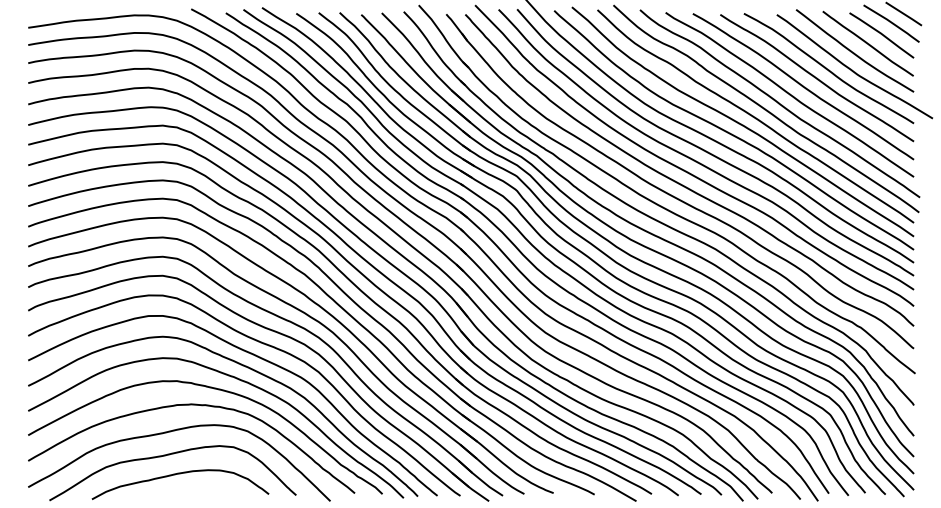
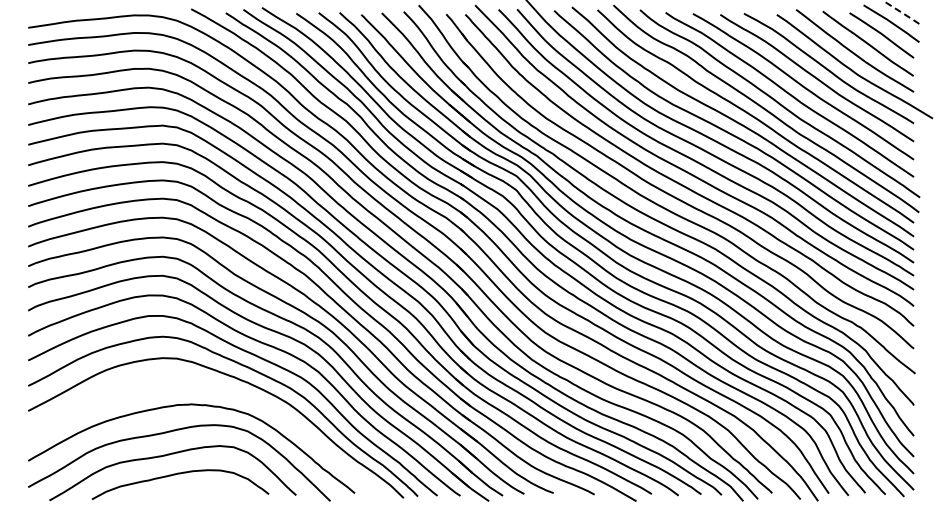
line at (904, 14): solid -> dashed
curve at (218, 390): present -> none
